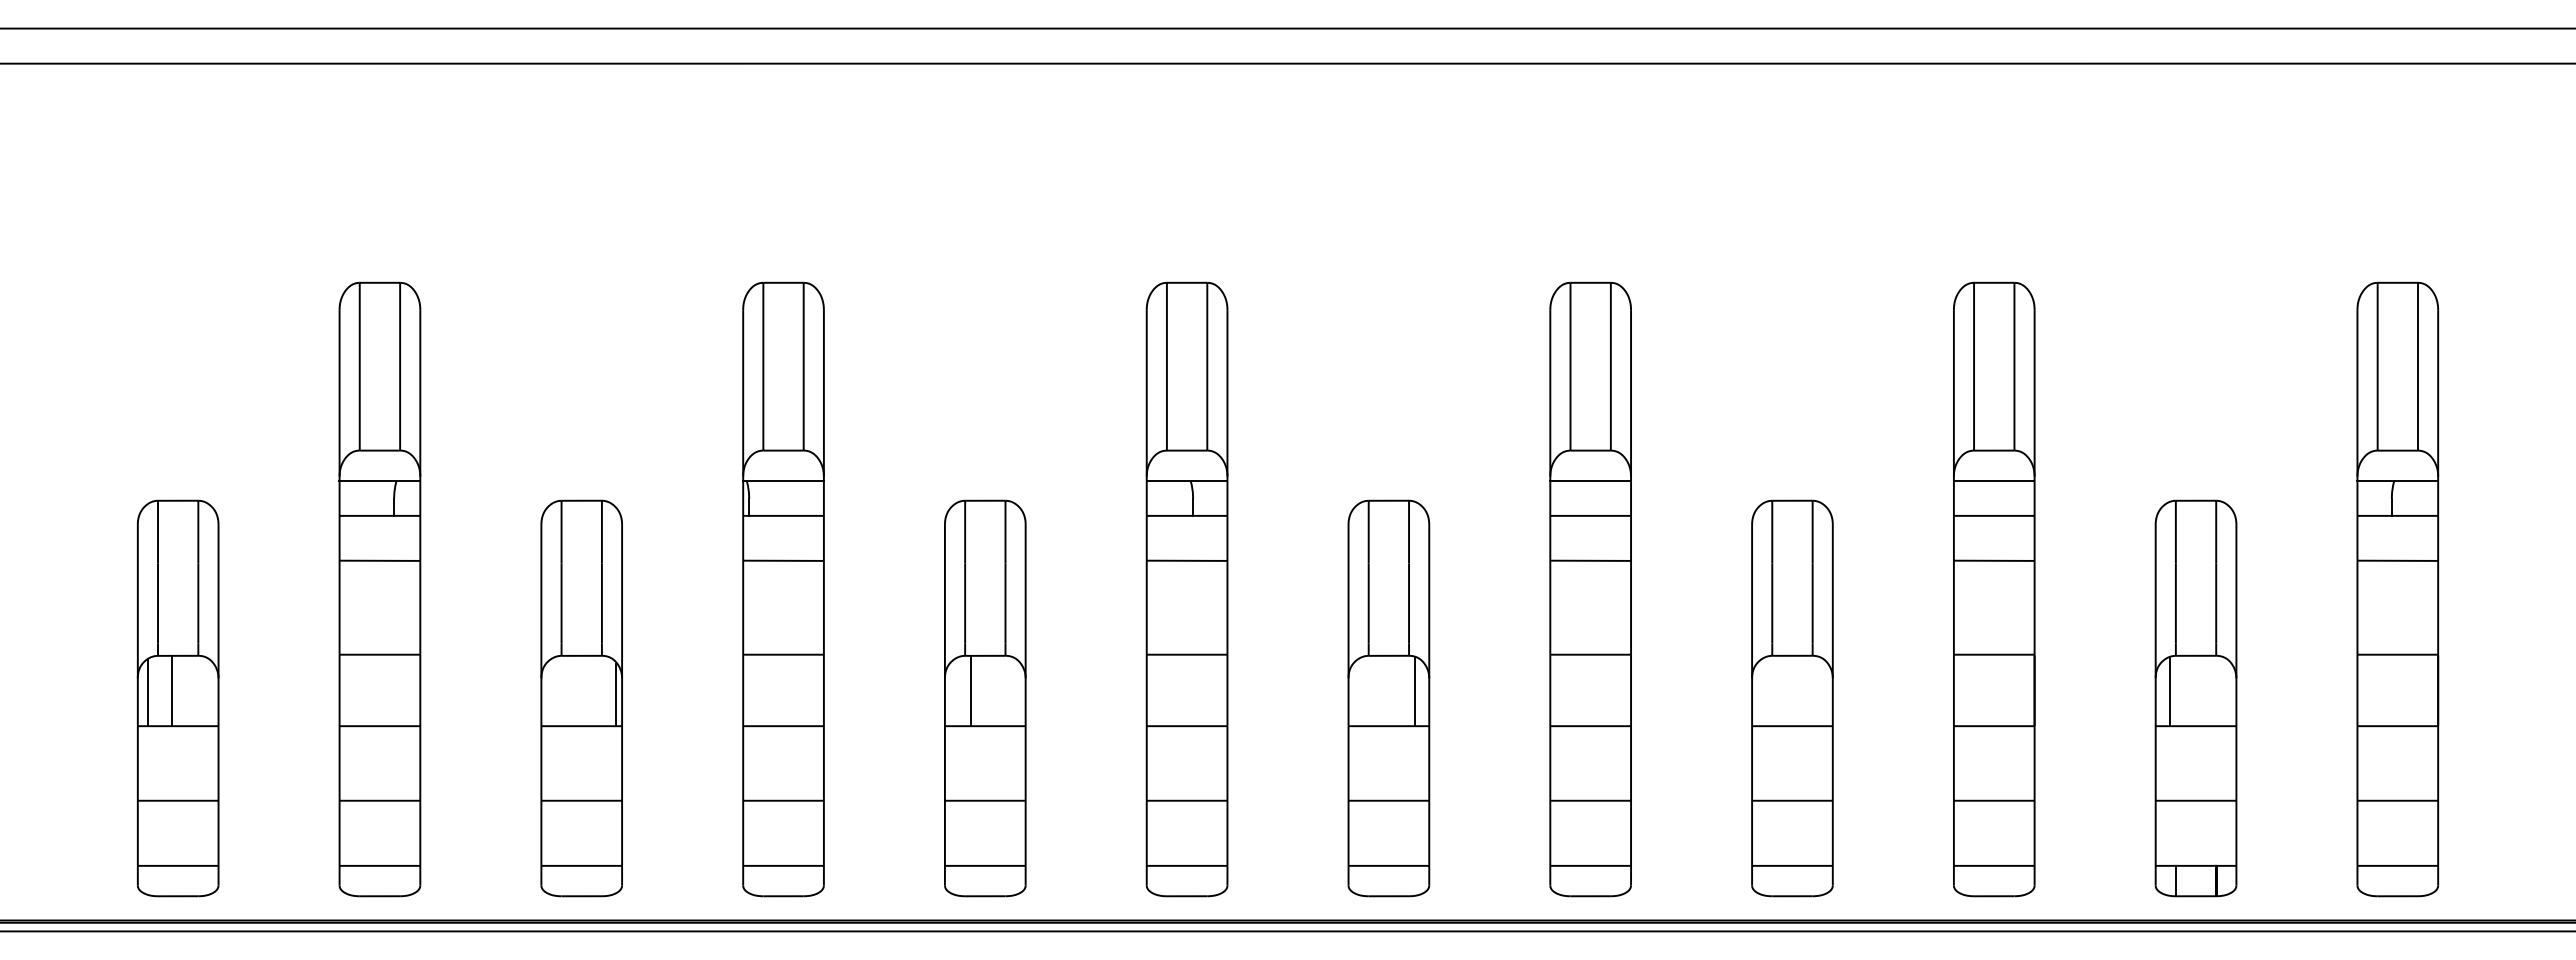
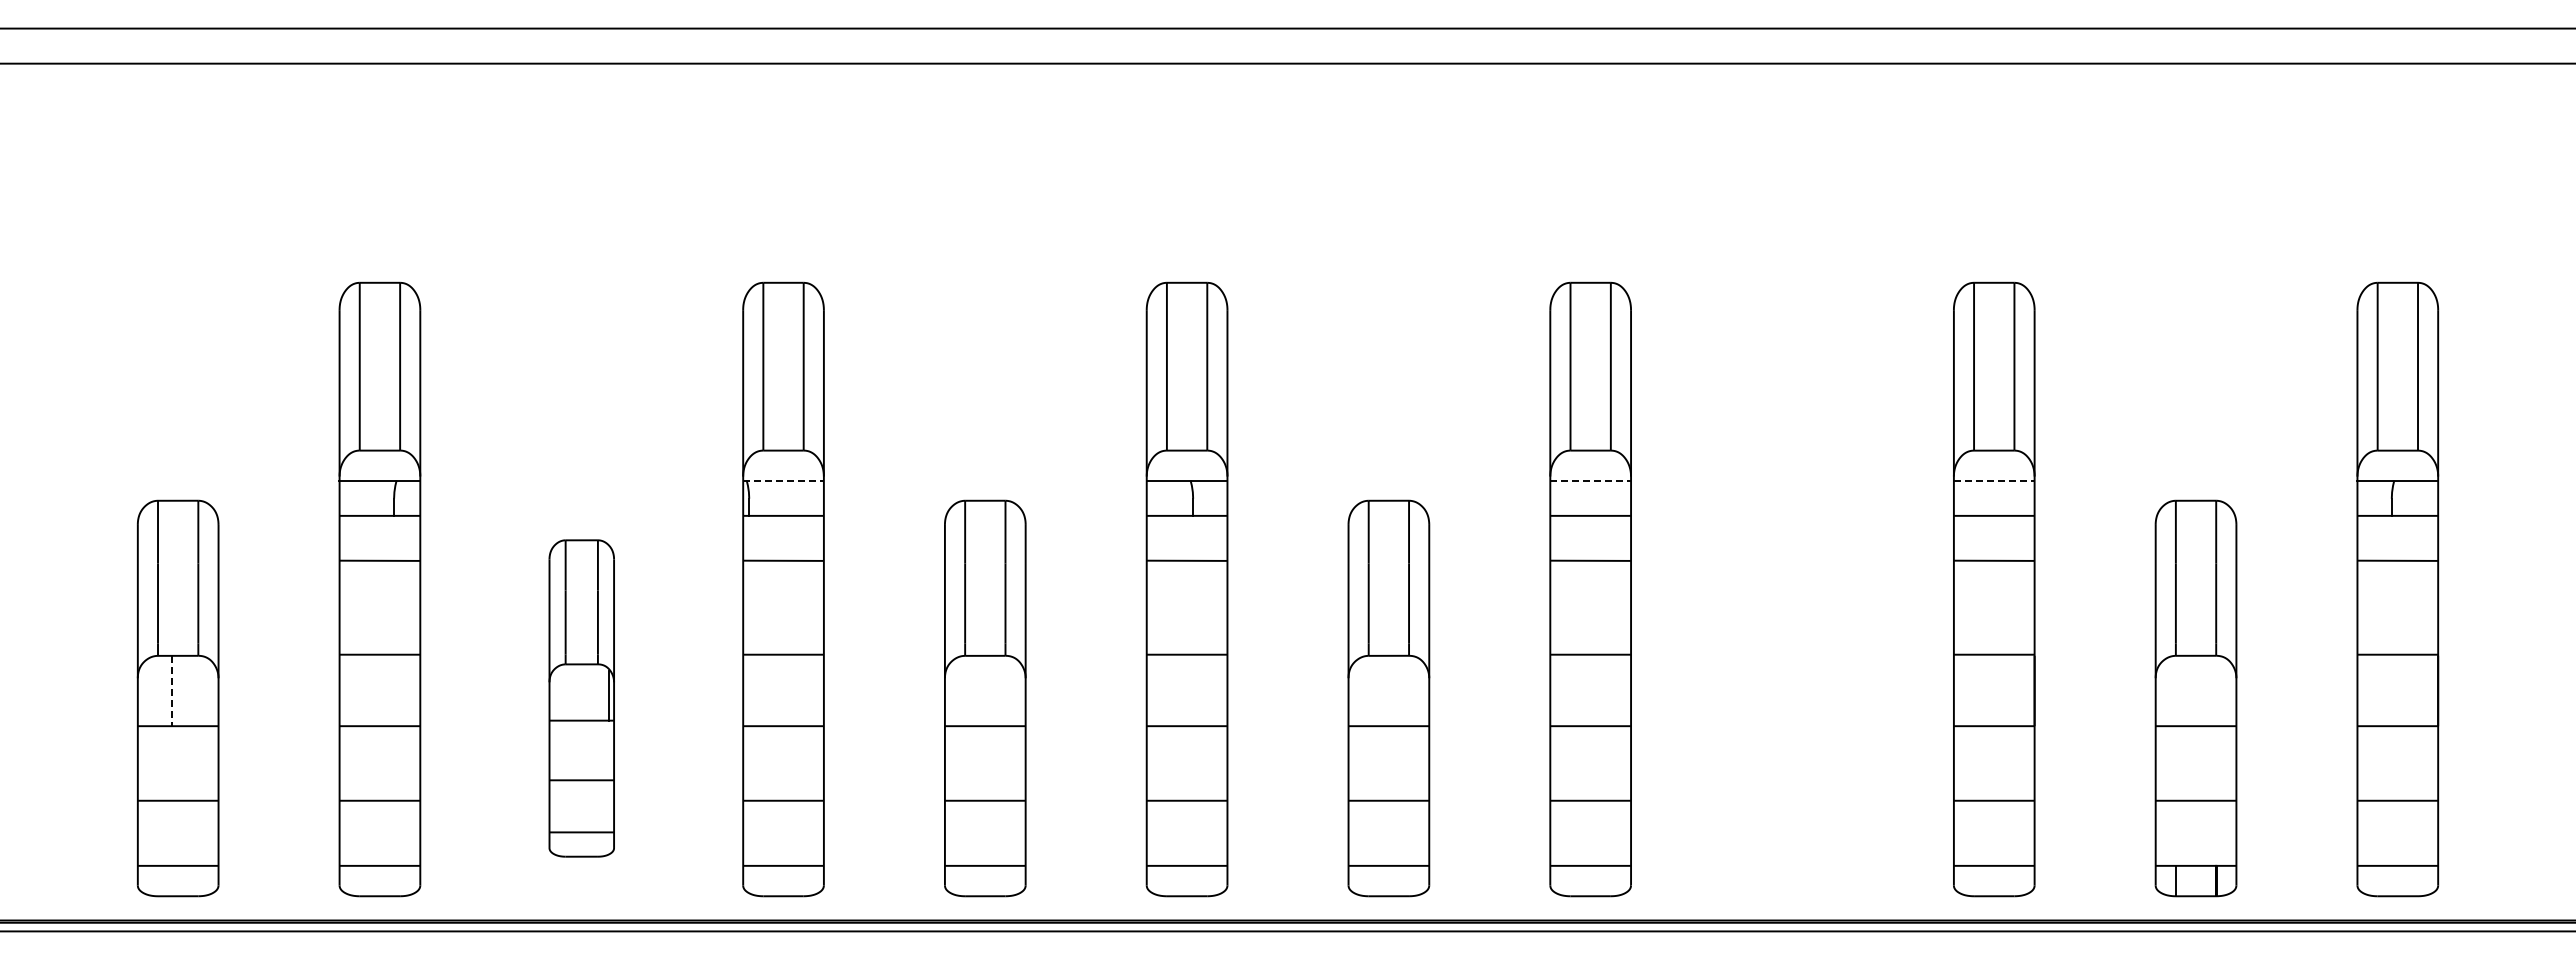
line at (783, 480): solid -> dashed
line at (1590, 480): solid -> dashed
line at (1994, 480): solid -> dashed
line at (971, 690): present -> none
line at (172, 691): solid -> dashed
line at (1415, 691): present -> none
line at (2169, 691): present -> none
line at (147, 692): present -> none
part at (581, 698) size: 84x399 px -> 67x319 px
part at (1792, 698): present -> none
